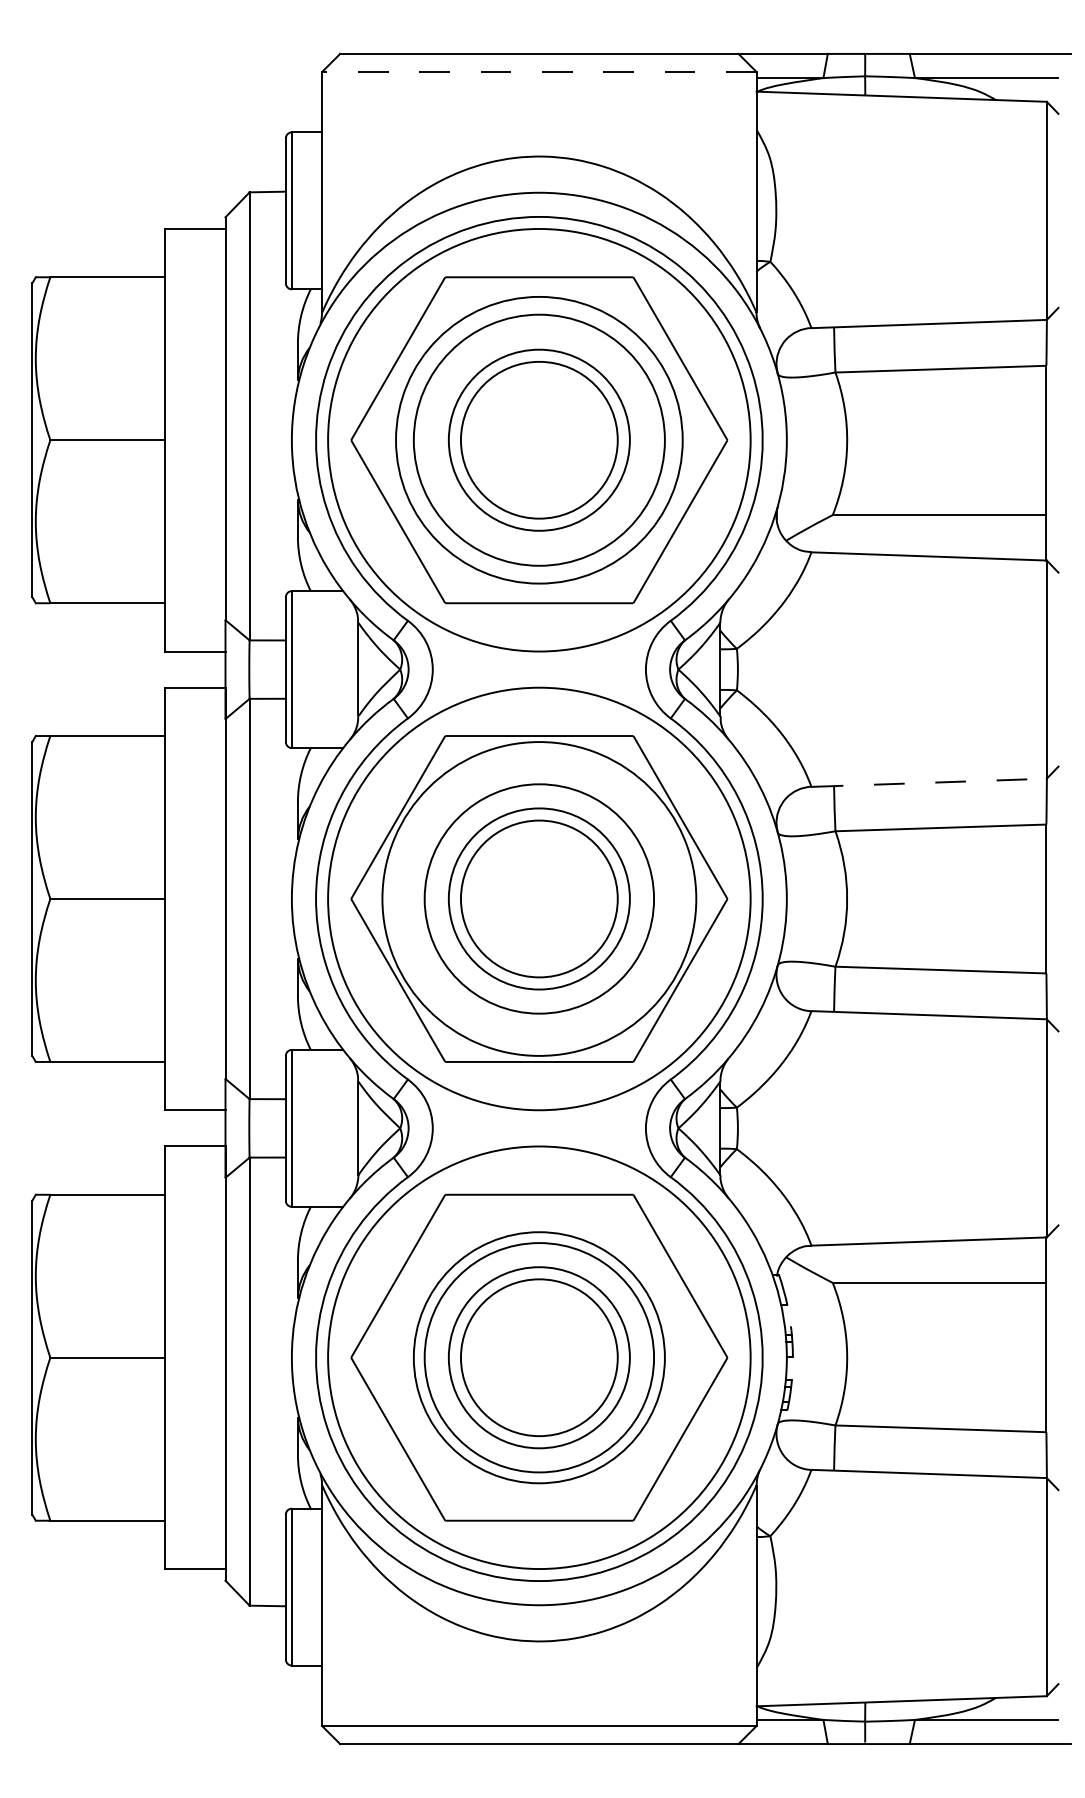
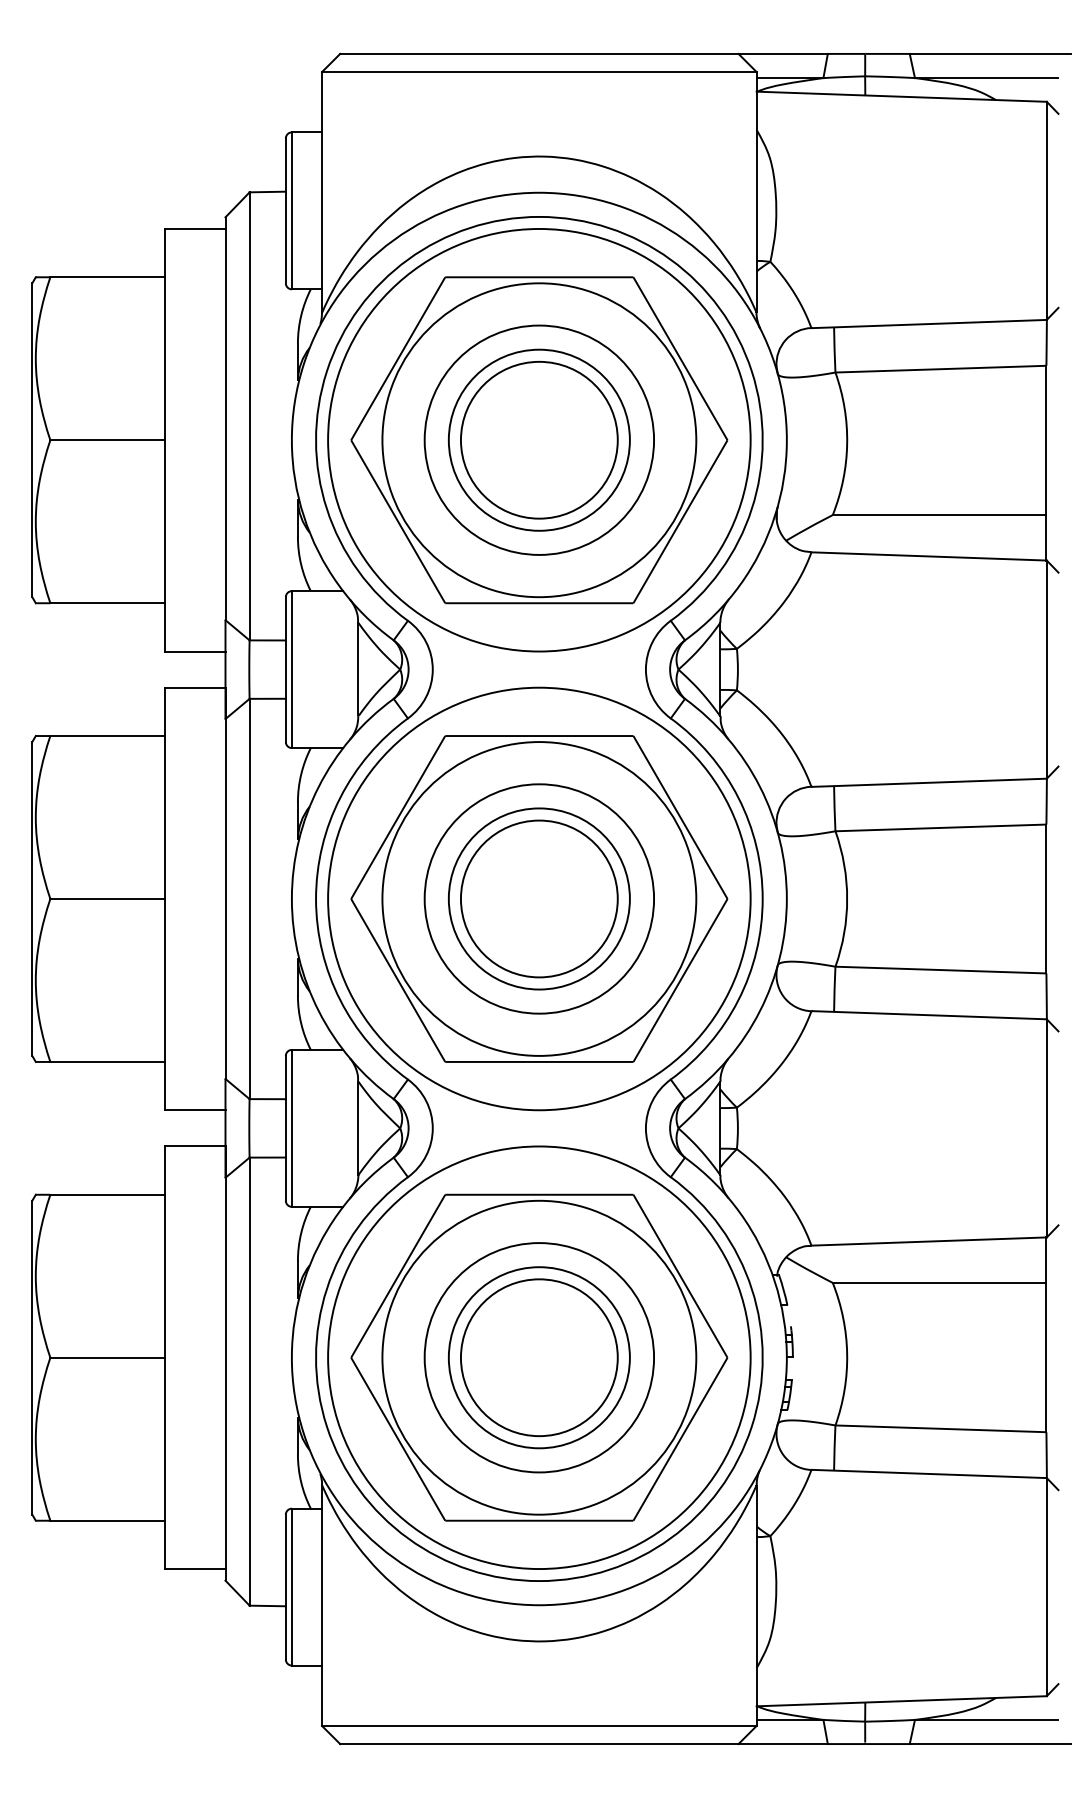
line at (538, 72): dashed -> solid
circle at (538, 439) diameter: 251 px -> 314 px
circle at (539, 439) diameter: 287 px -> 229 px
line at (930, 782): dashed -> solid
circle at (538, 1357) diameter: 251 px -> 314 px
